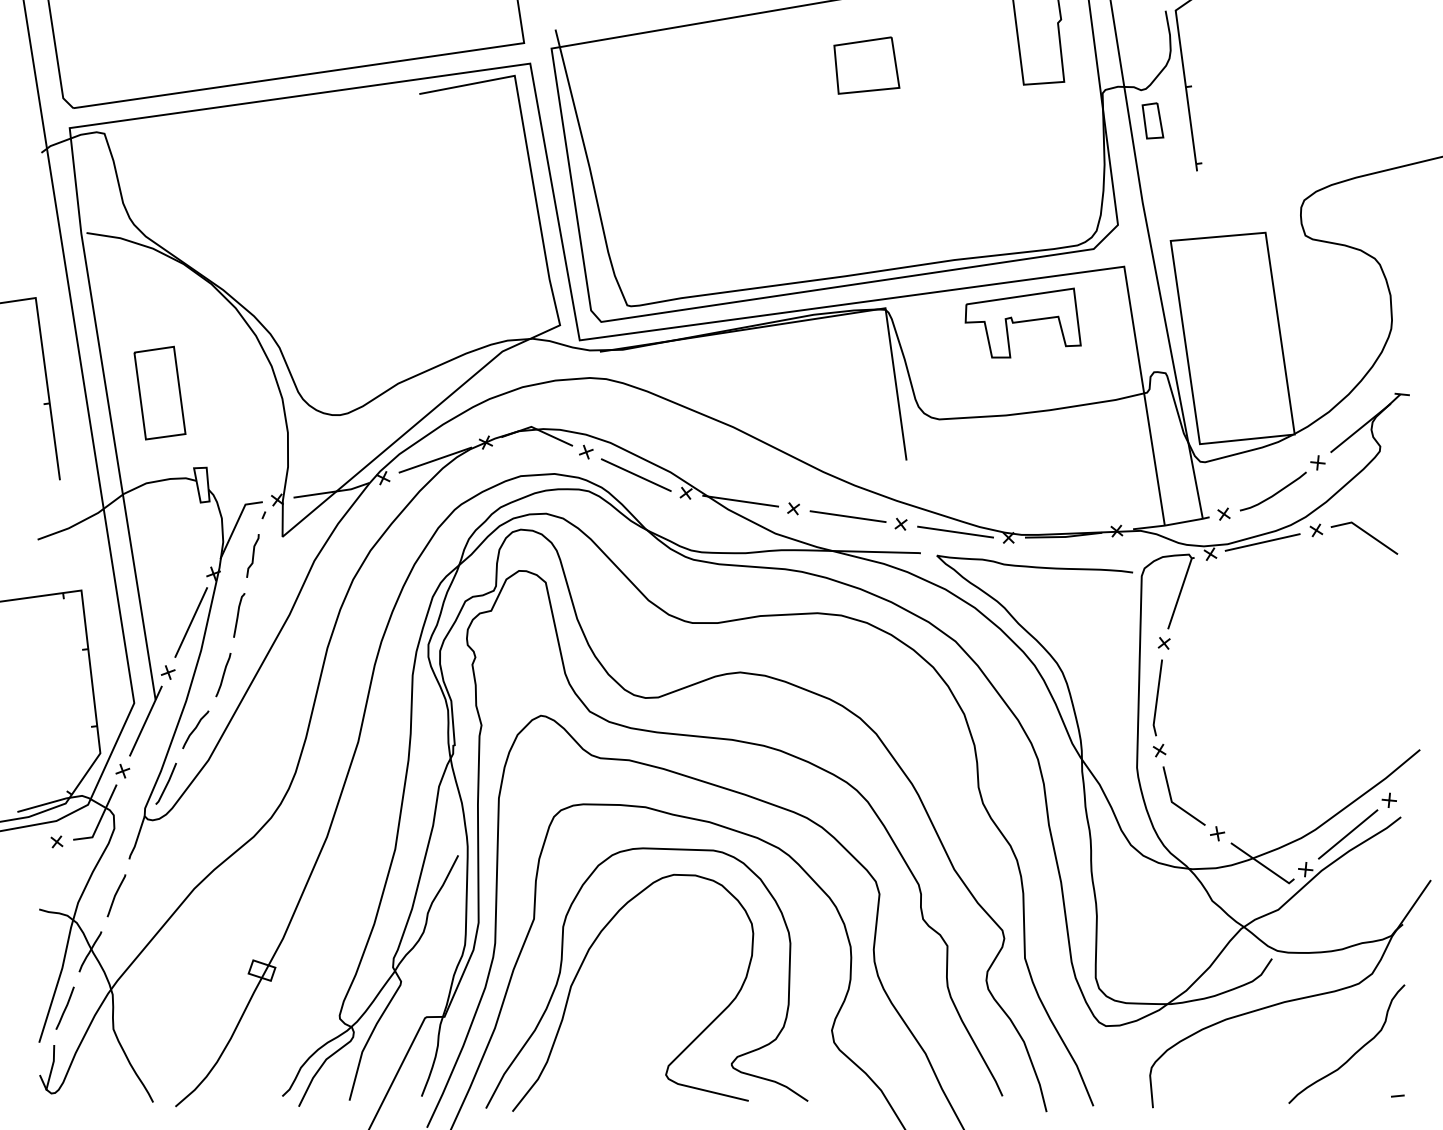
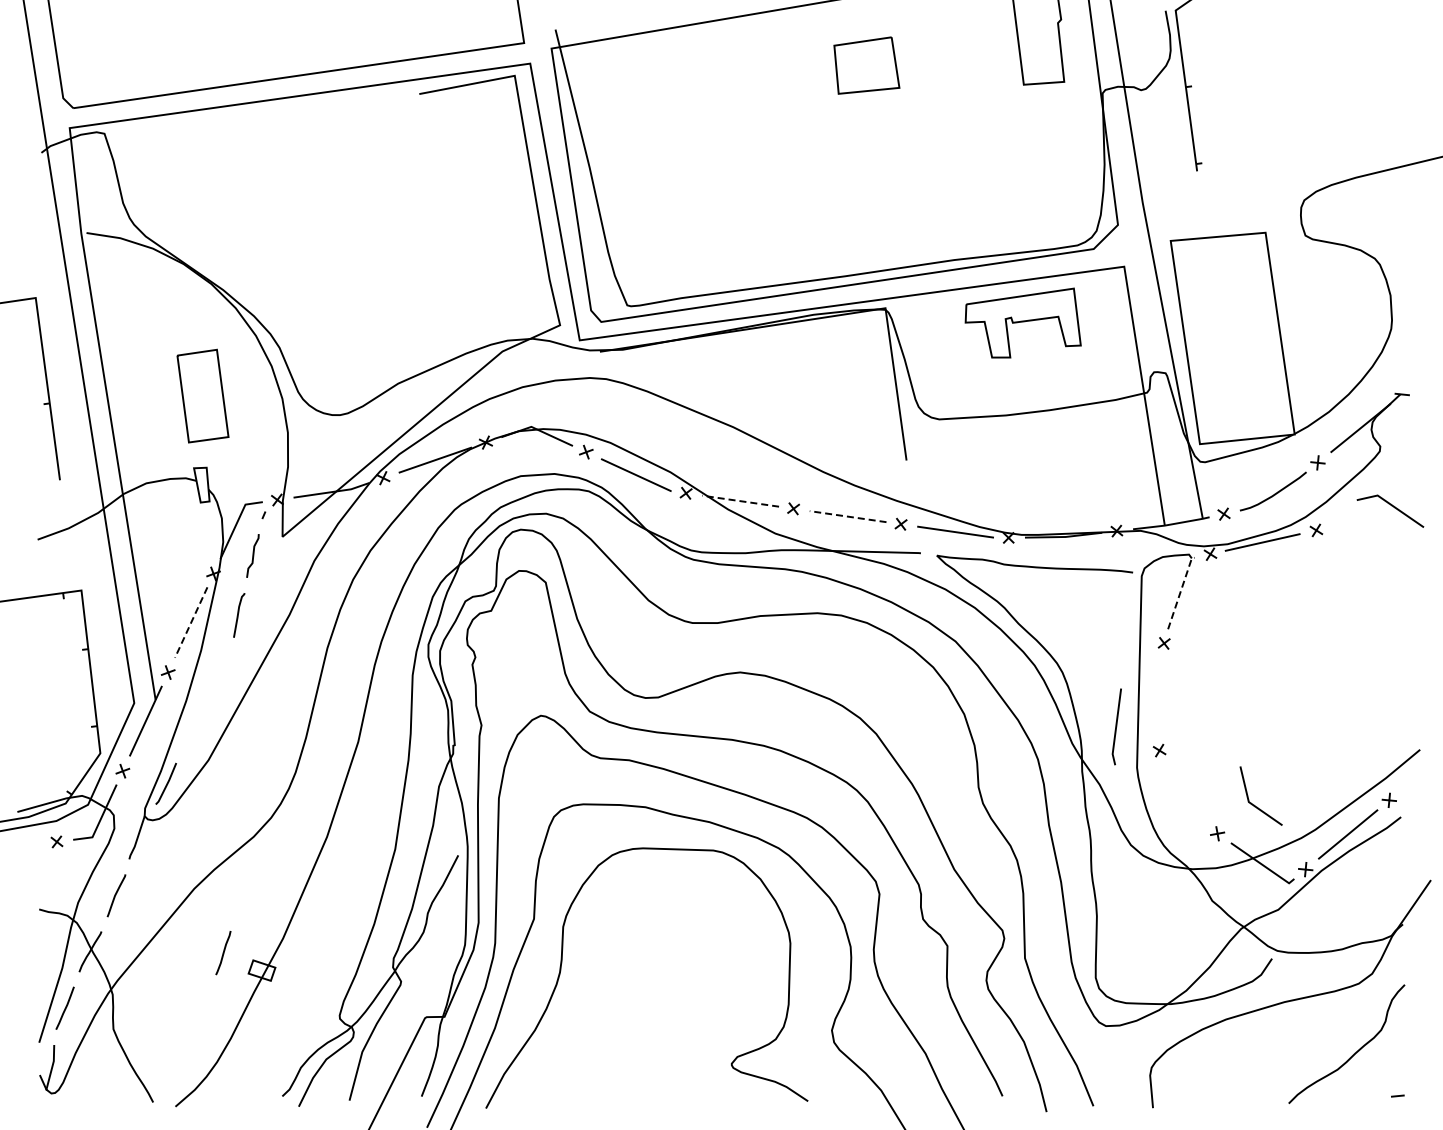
part at (1152, 120): present -> none
part at (159, 392) position: (159, 392) -> (202, 395)
line at (739, 501): solid -> dashed
line at (848, 516): solid -> dashed
line at (1365, 533) position: (1365, 533) -> (1391, 506)
line at (1180, 591): solid -> dashed
line at (191, 622): solid -> dashed
line at (223, 675) position: (223, 675) -> (223, 953)
line at (1157, 697) position: (1157, 697) -> (1116, 726)
curve at (195, 729): present -> none
line at (1177, 804) position: (1177, 804) -> (1254, 804)
curve at (581, 967): present -> none
